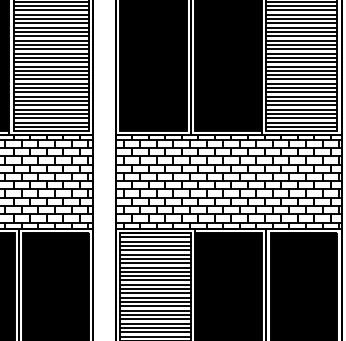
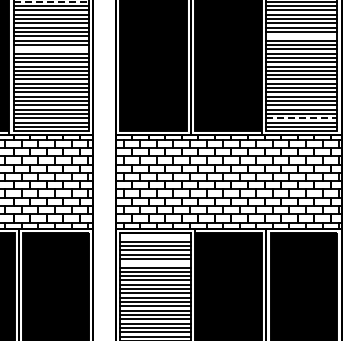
line at (51, 1): solid -> dashed
line at (301, 36): present -> none
line at (50, 49): present -> none
line at (302, 118): solid -> dashed
line at (154, 237): present -> none
line at (154, 263): present -> none
